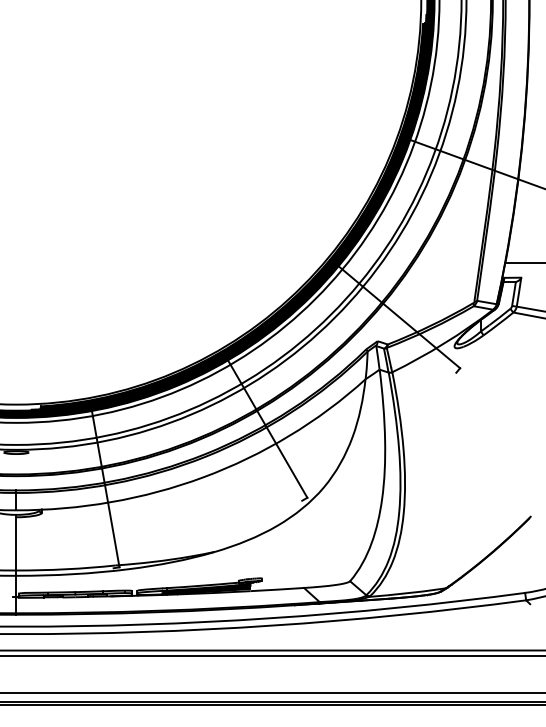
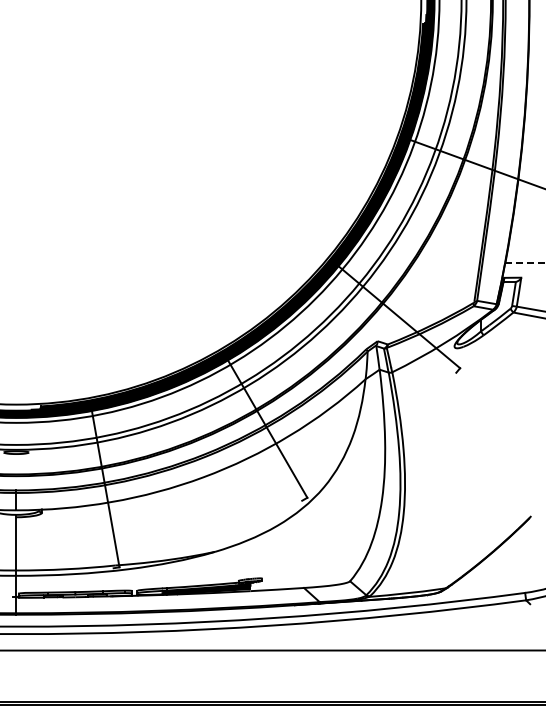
line at (525, 262): solid -> dashed
line at (272, 655): present -> none
line at (272, 692): present -> none
